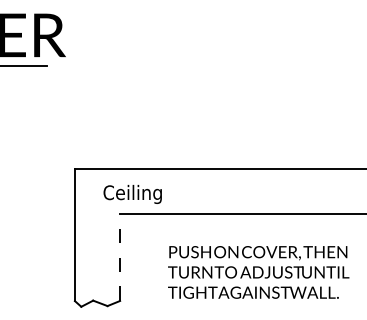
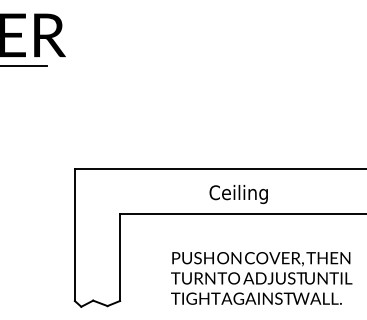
text at (132, 194) position: (132, 194) -> (238, 194)
line at (120, 257): dashed -> solid
text at (258, 272) position: (258, 272) -> (261, 278)
